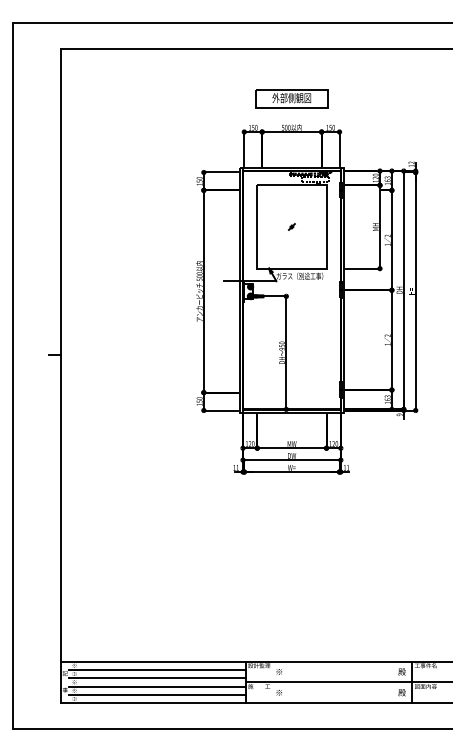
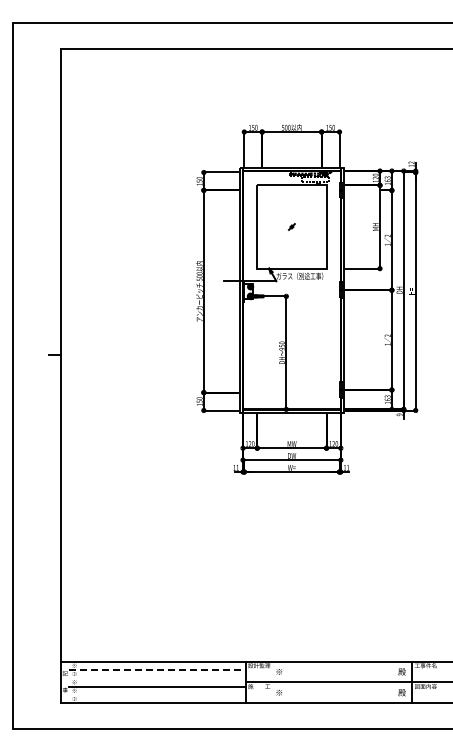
part at (291, 98): present -> none
line at (157, 669): solid -> dashed
line at (157, 678): present -> none
line at (157, 694): present -> none
